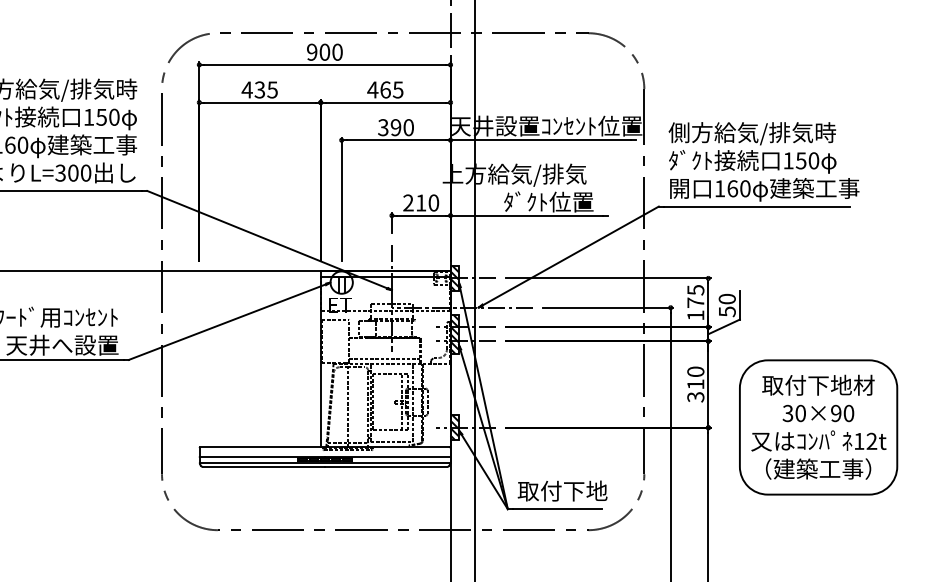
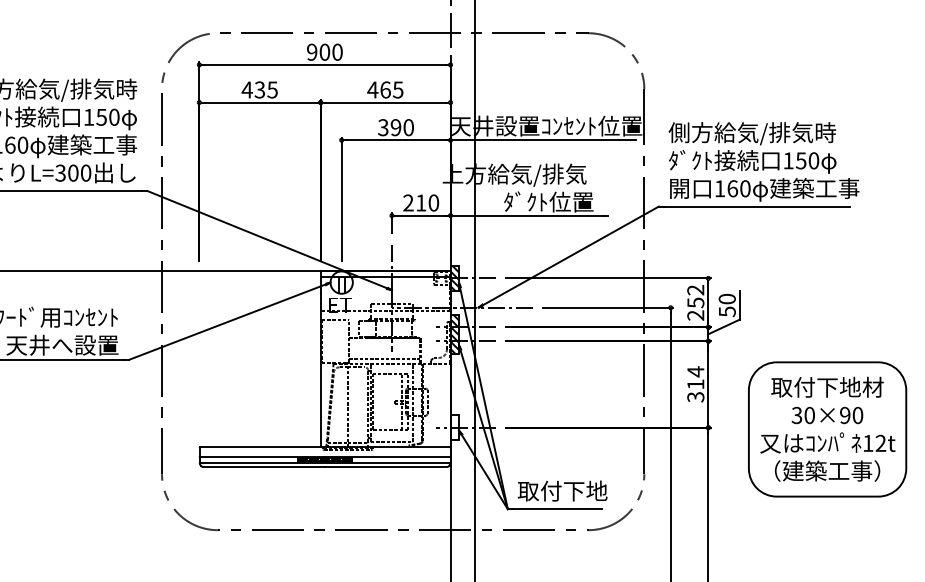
text at (695, 302): 175 -> 252
text at (695, 371): 310 -> 314
hatch at (454, 427): present -> none
part at (818, 427) position: (818, 427) -> (827, 429)
